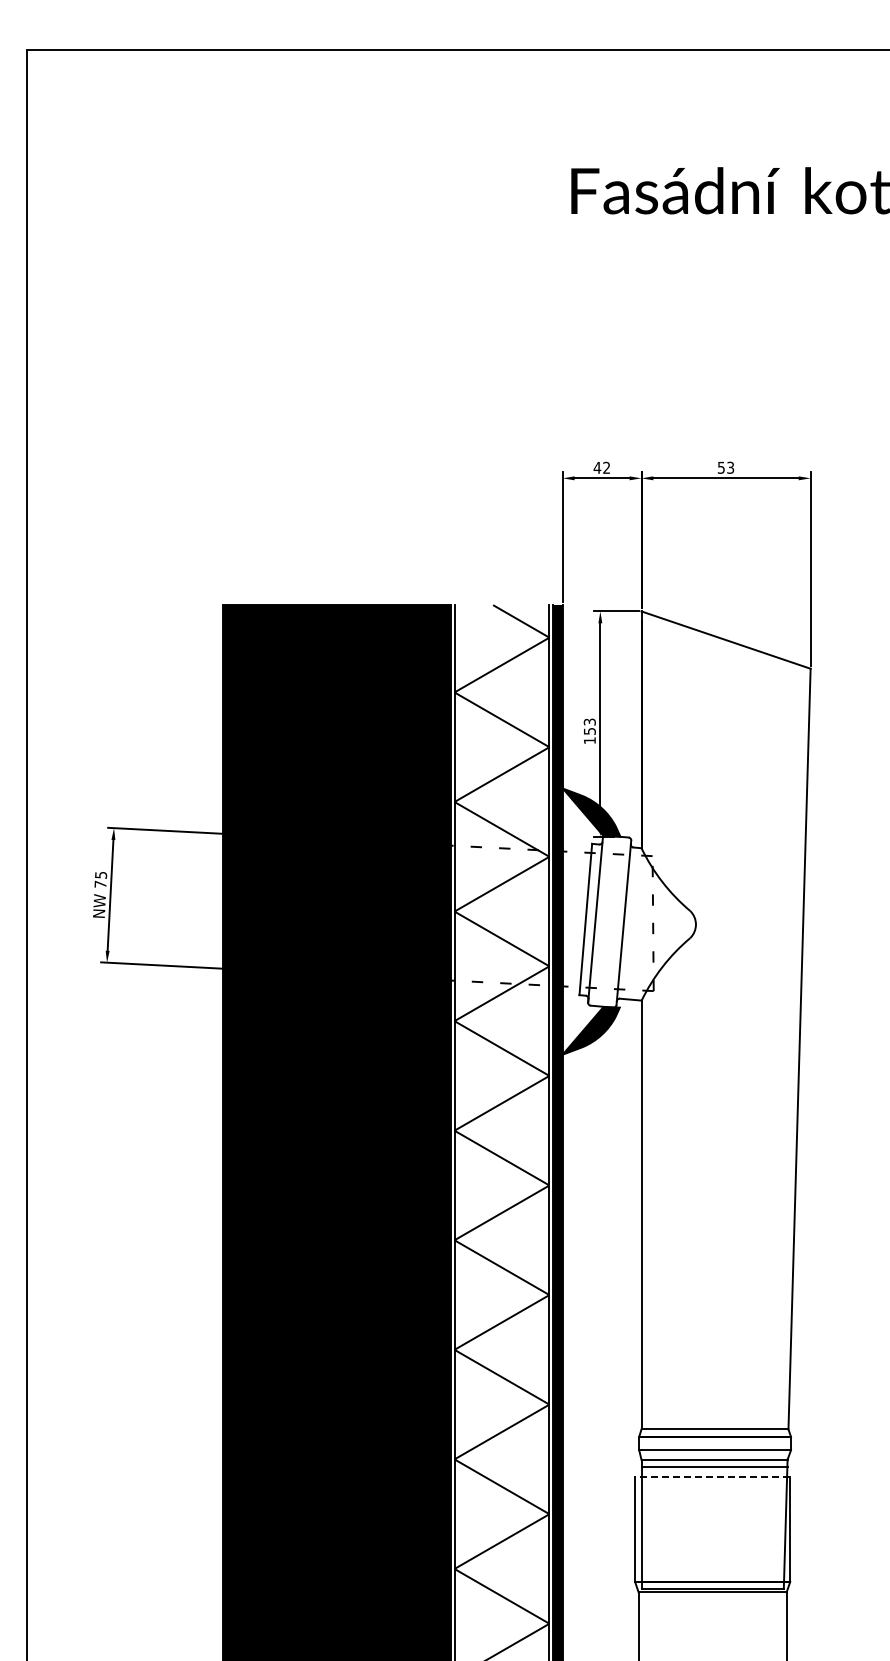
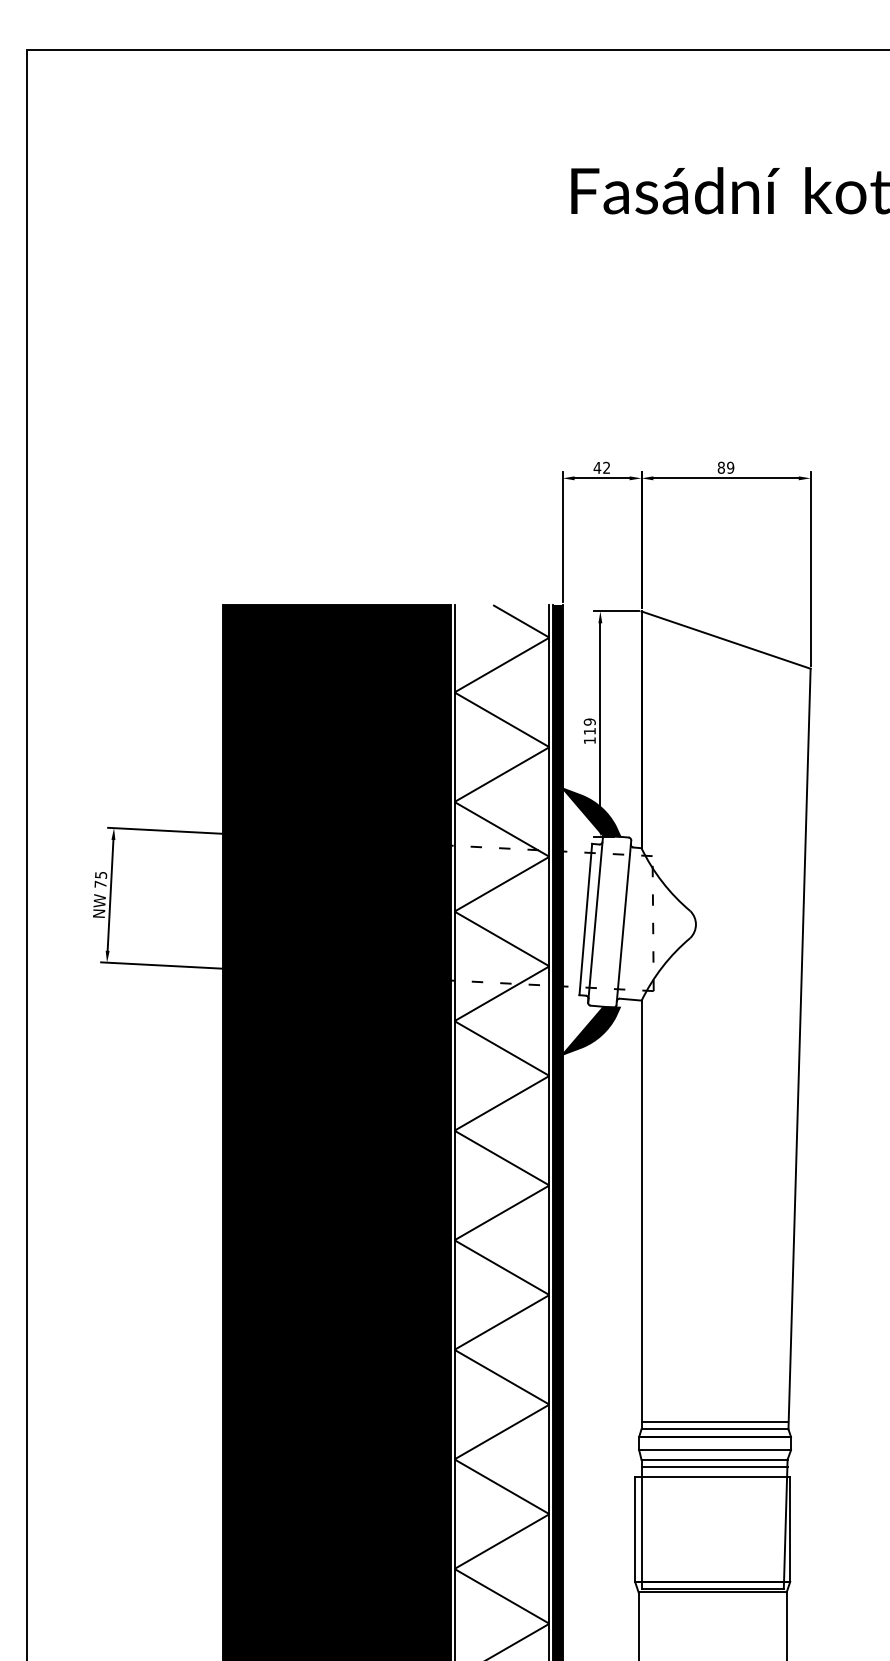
text at (725, 467): 53 -> 89
text at (589, 726): 153 -> 119
line at (714, 1421): none -> present
line at (712, 1477): dashed -> solid
